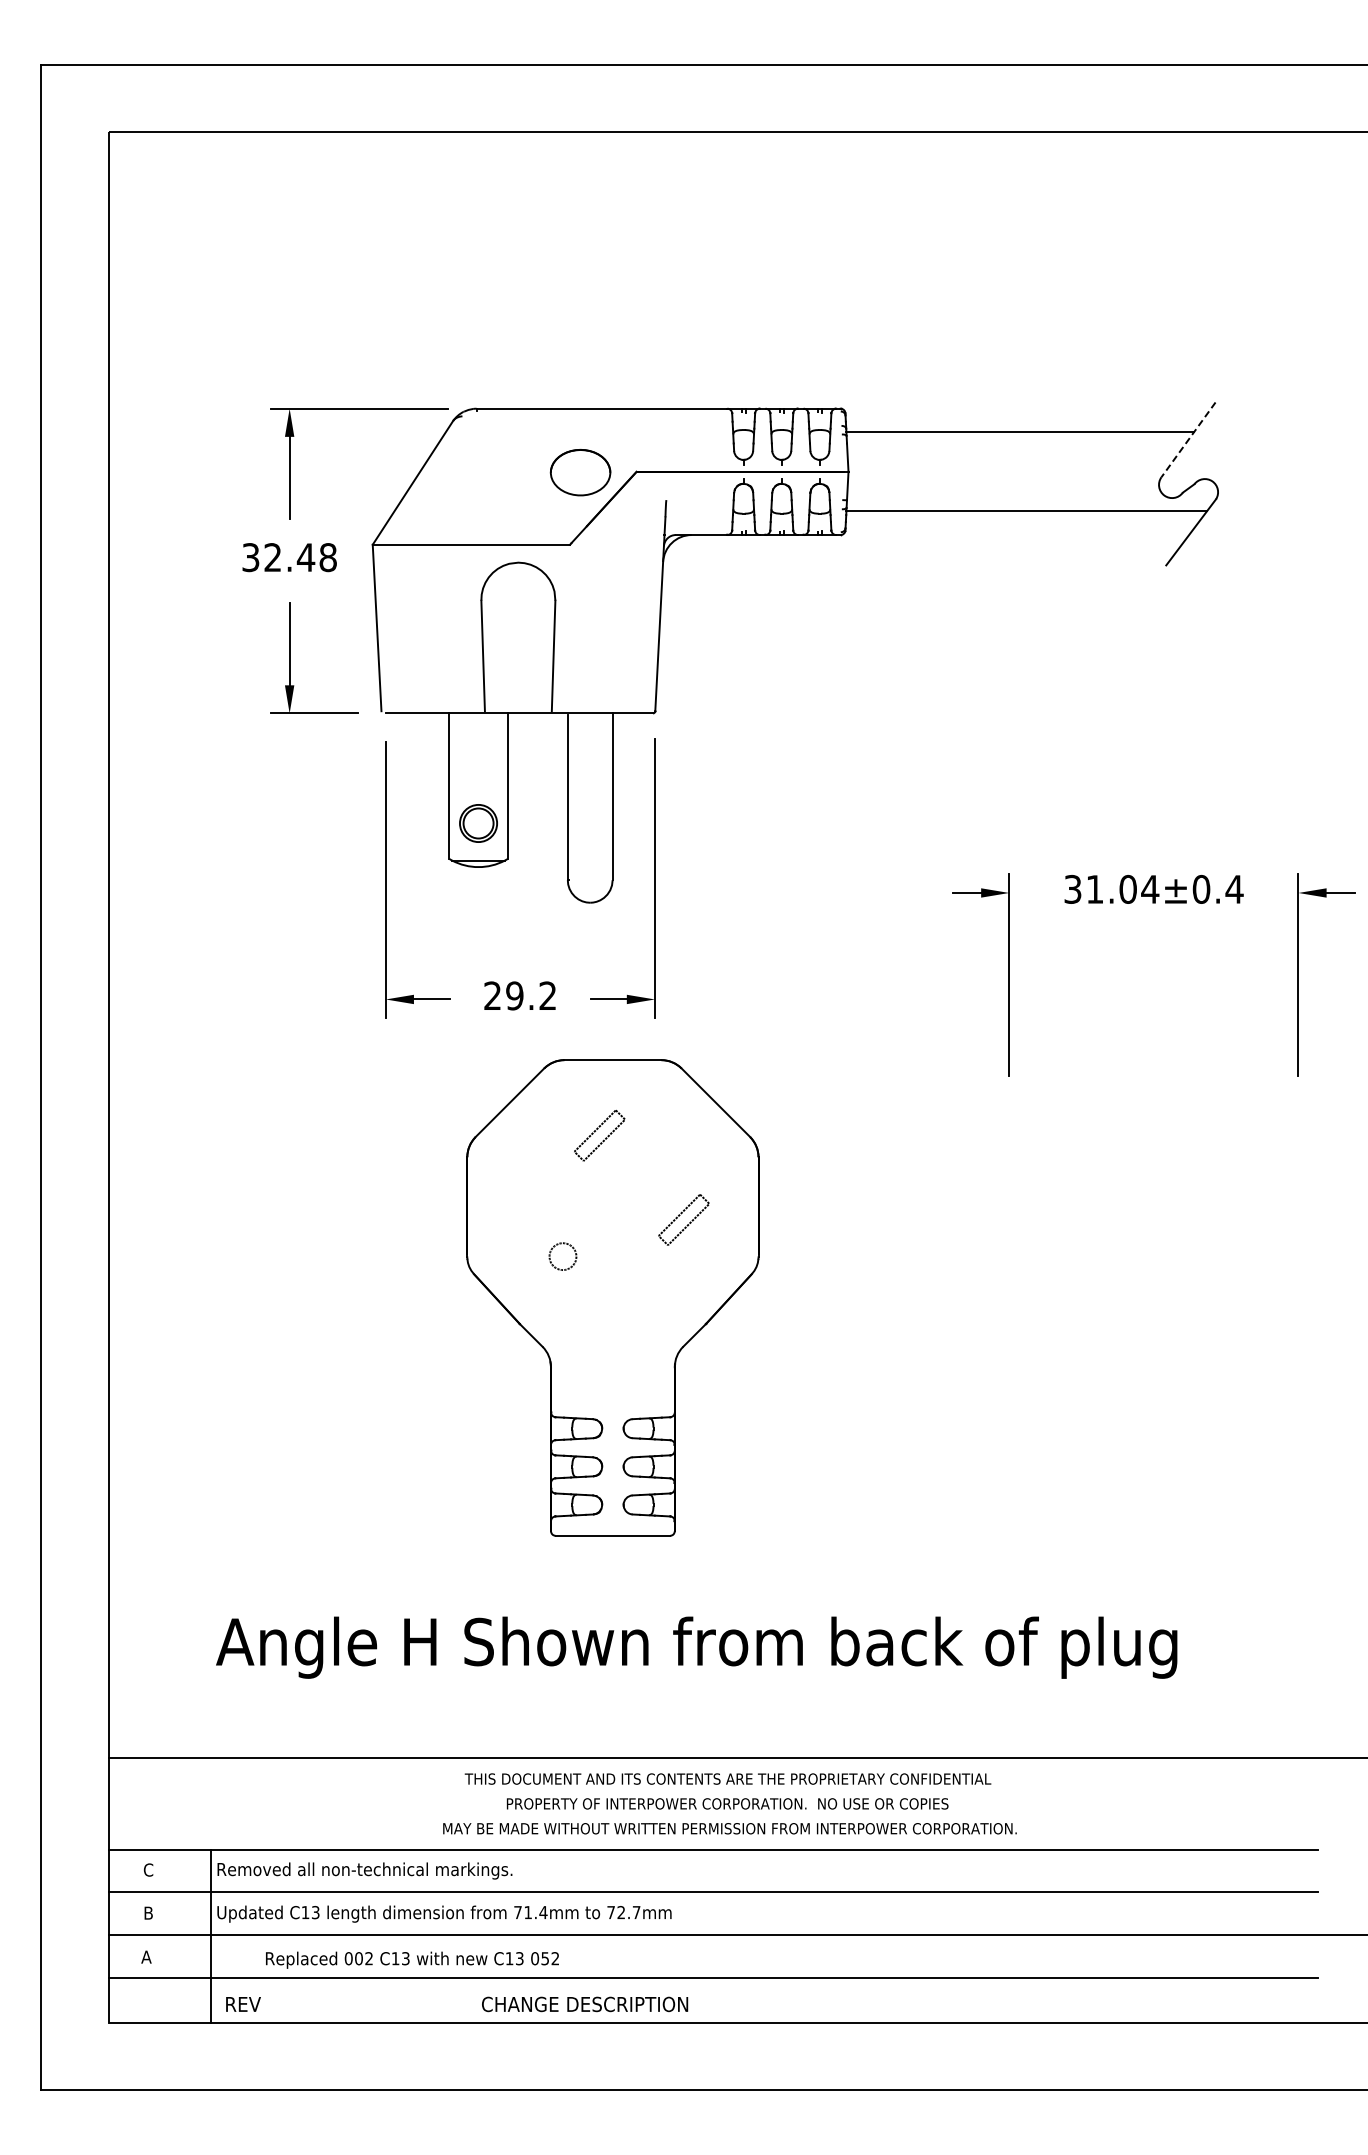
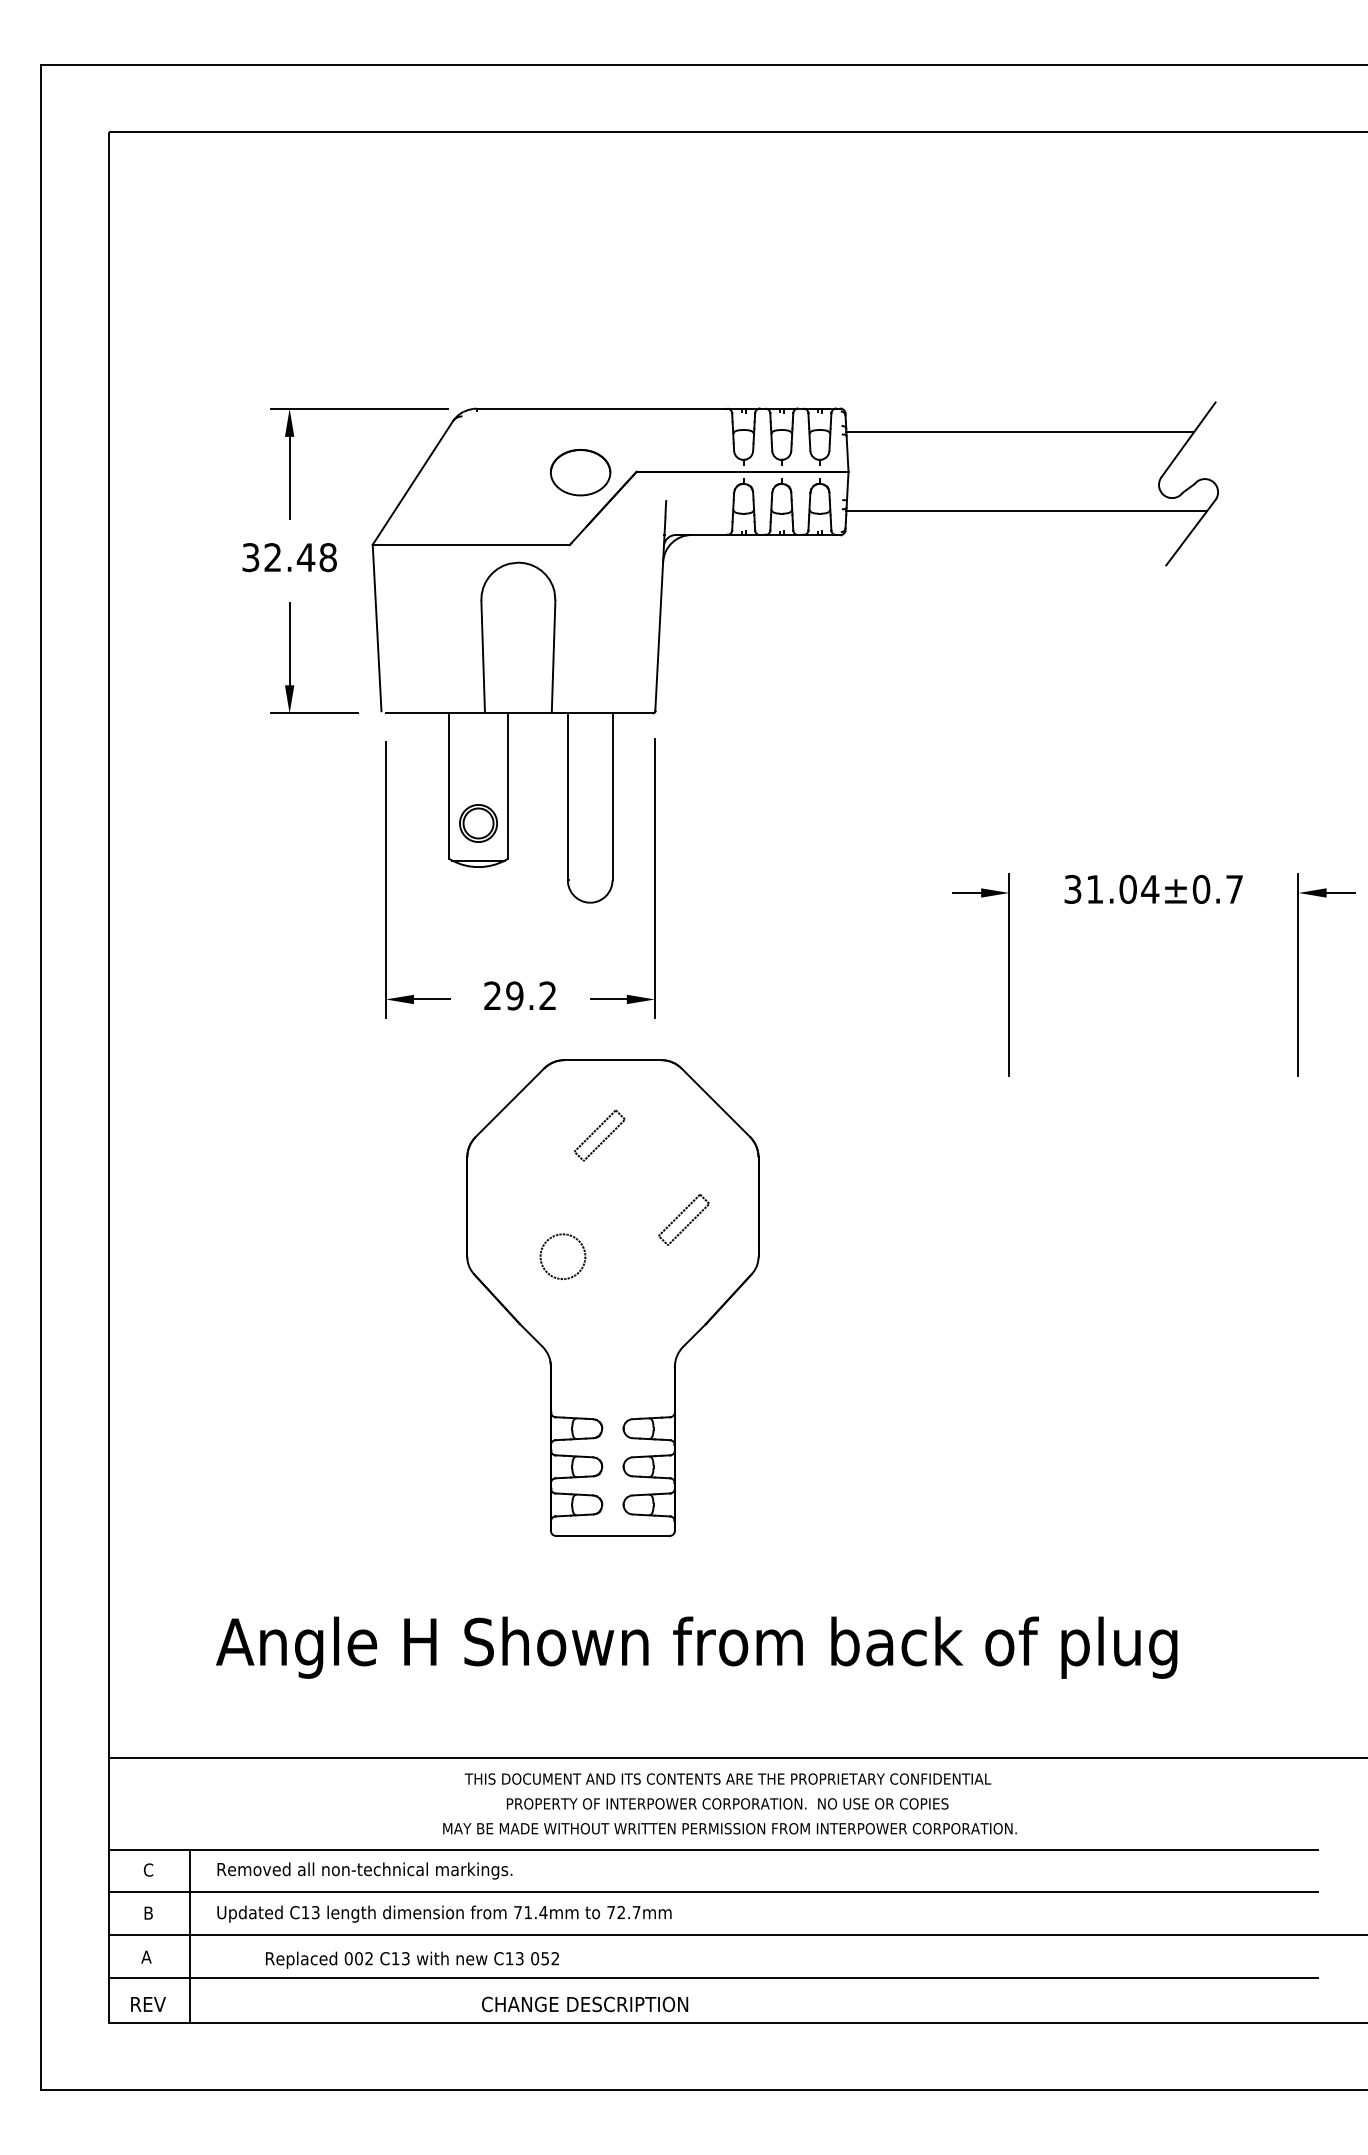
line at (1188, 440): dashed -> solid
text at (1234, 889): 31.04±0.4 -> 31.04±0.7
circle at (562, 1256) size: 30x29 px -> 48x47 px
line at (210, 1935) position: (210, 1935) -> (189, 1935)
text at (243, 2004) position: (243, 2004) -> (148, 2004)
